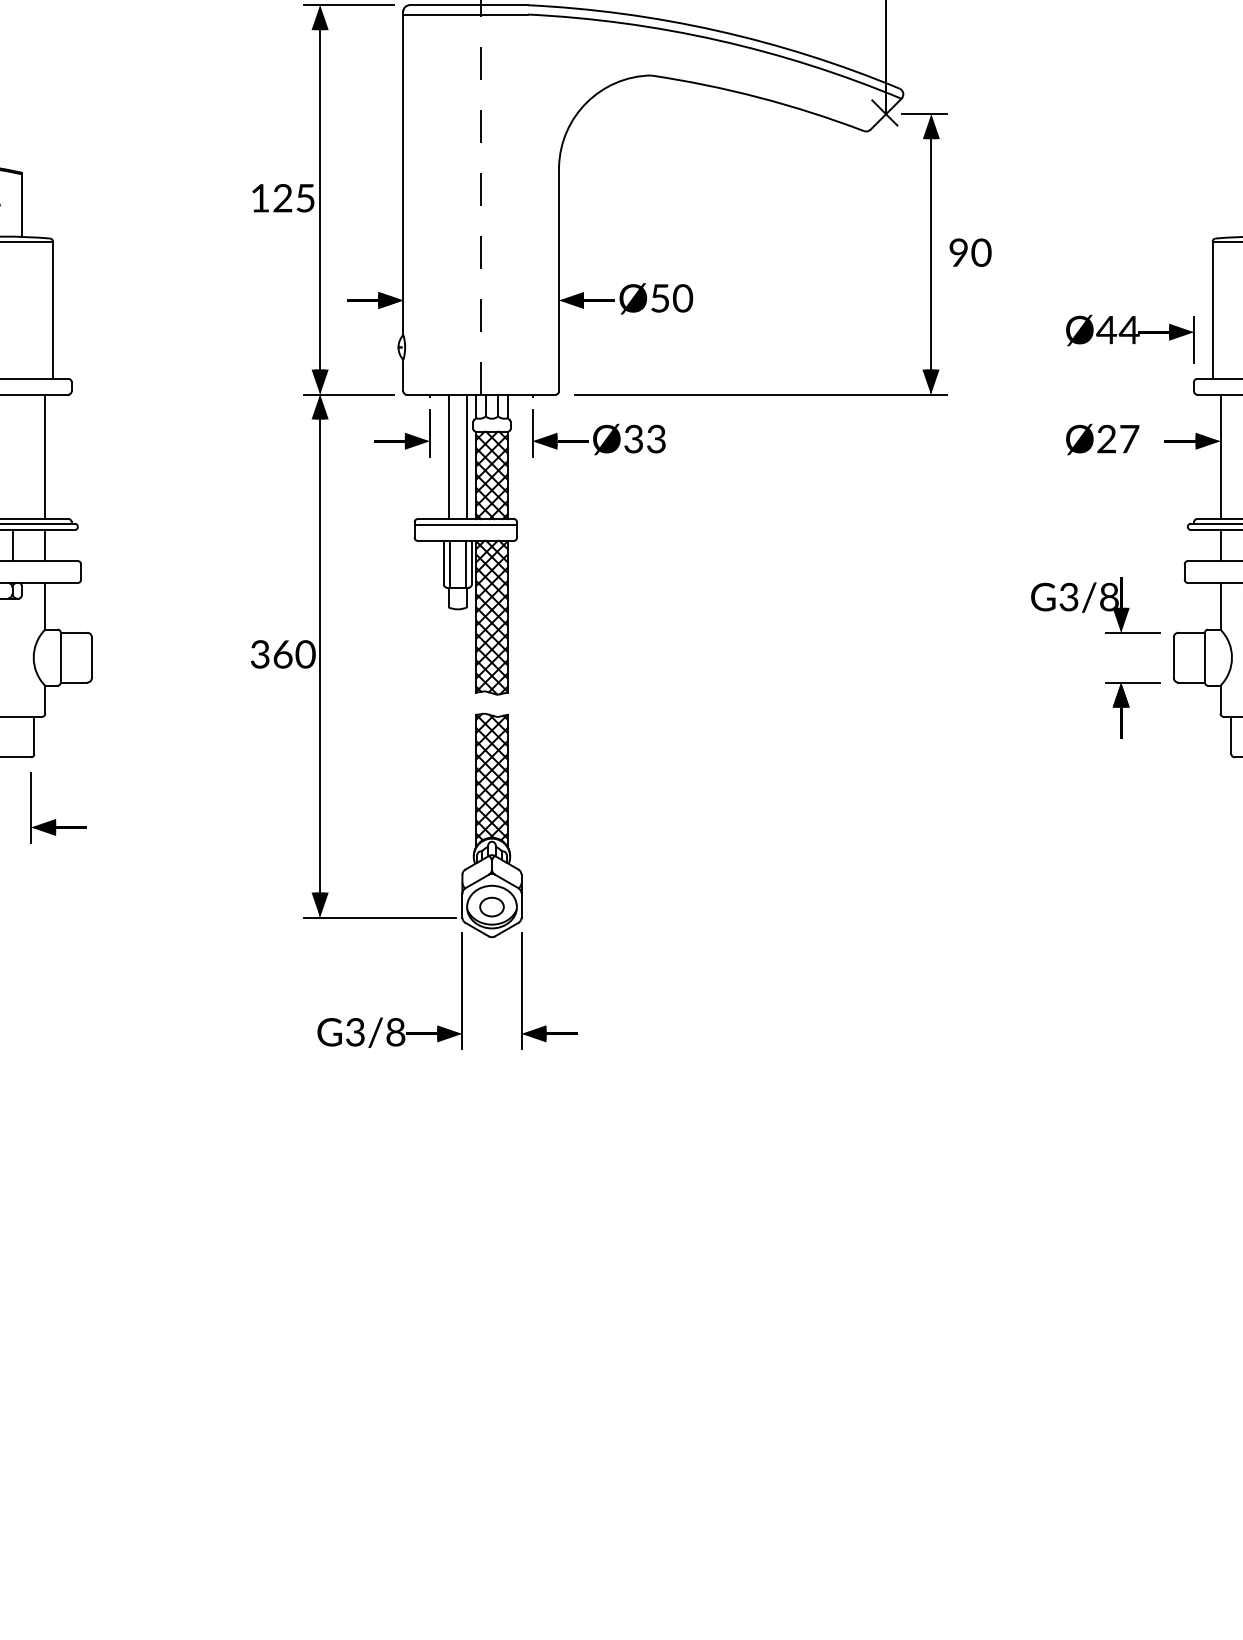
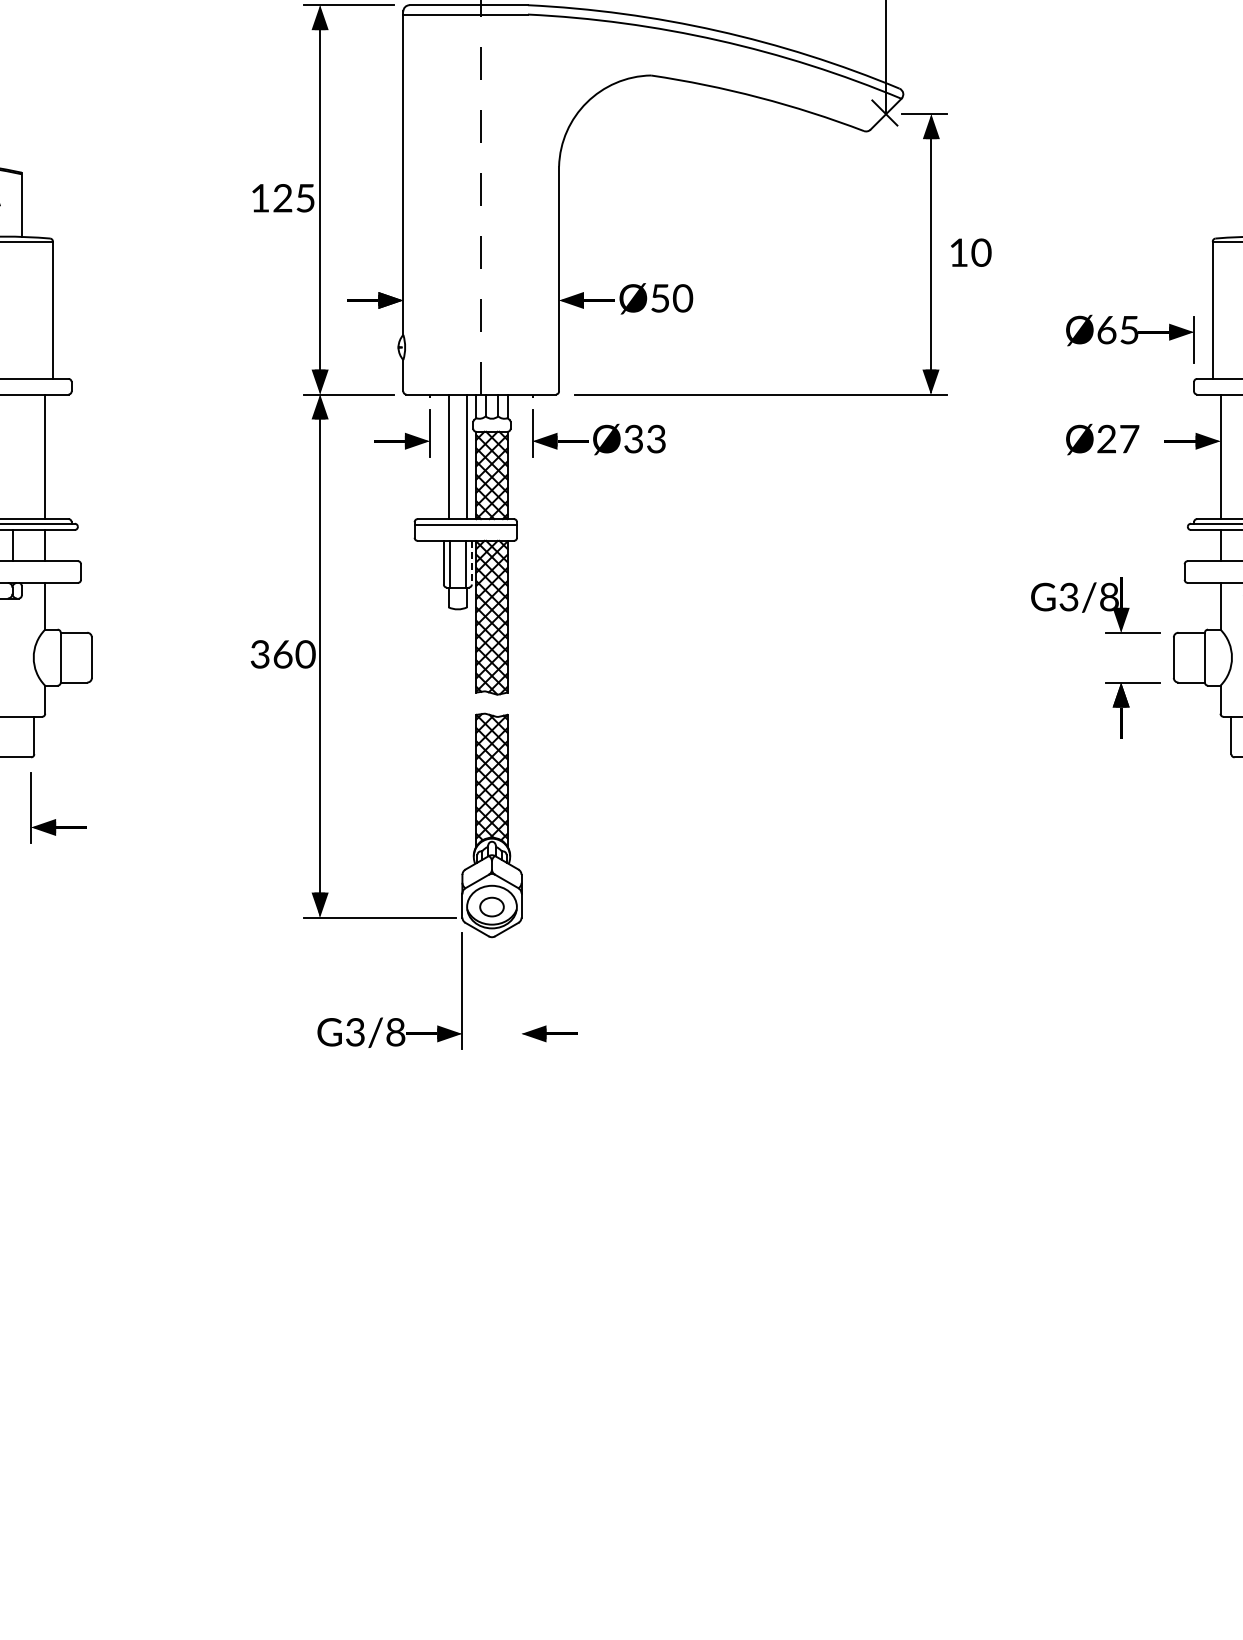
text at (958, 252): 90 -> 10
text at (1117, 330): Ø44 -> Ø65
line at (471, 562): solid -> dashed
line at (521, 990): present -> none
